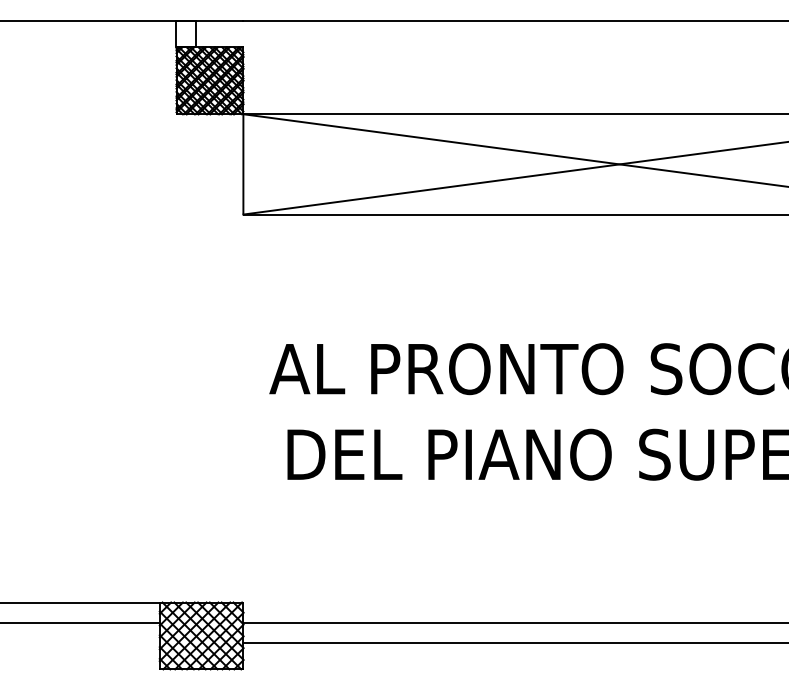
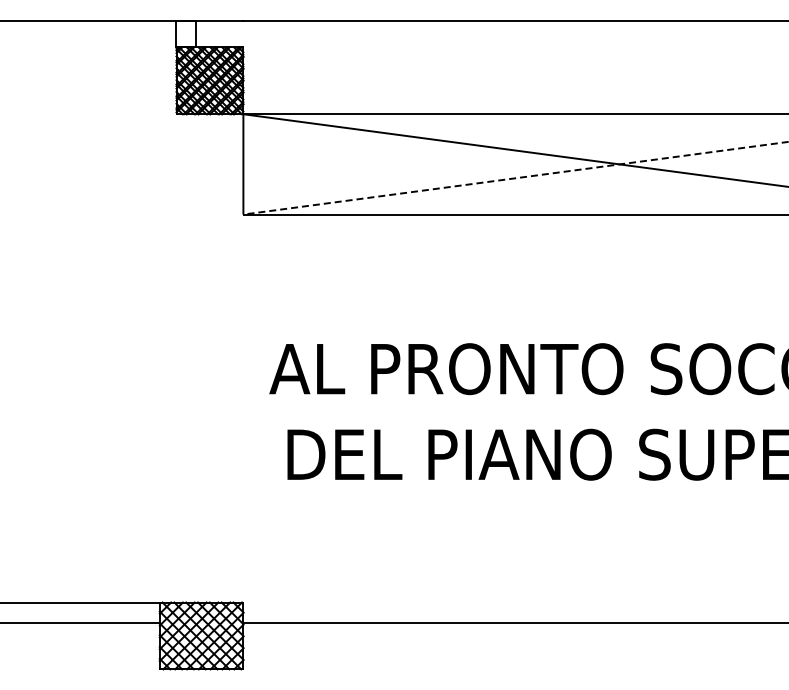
line at (515, 178): solid -> dashed
line at (514, 643): present -> none
